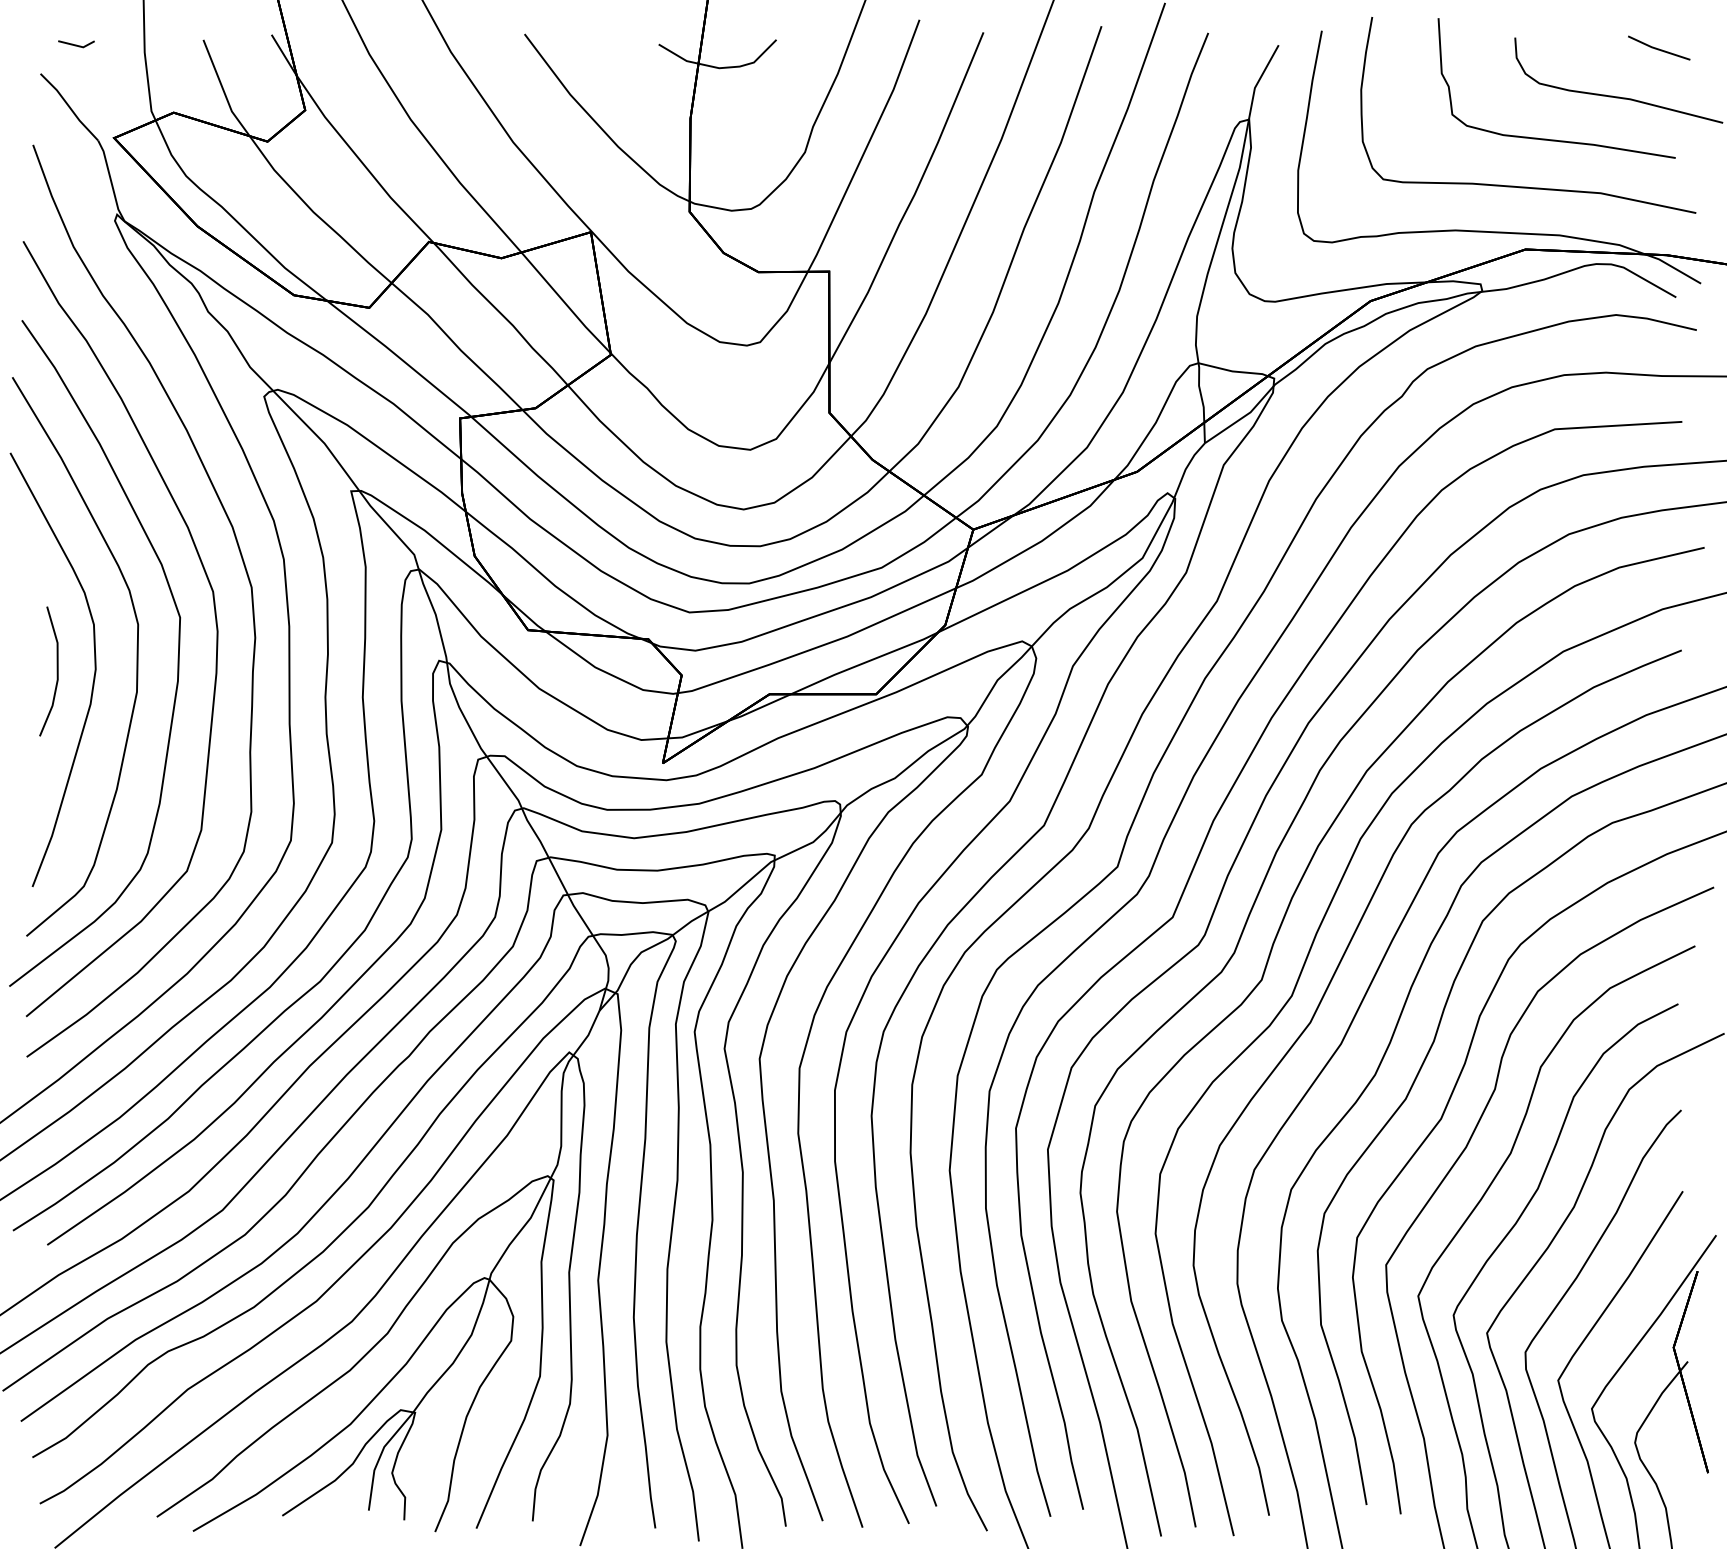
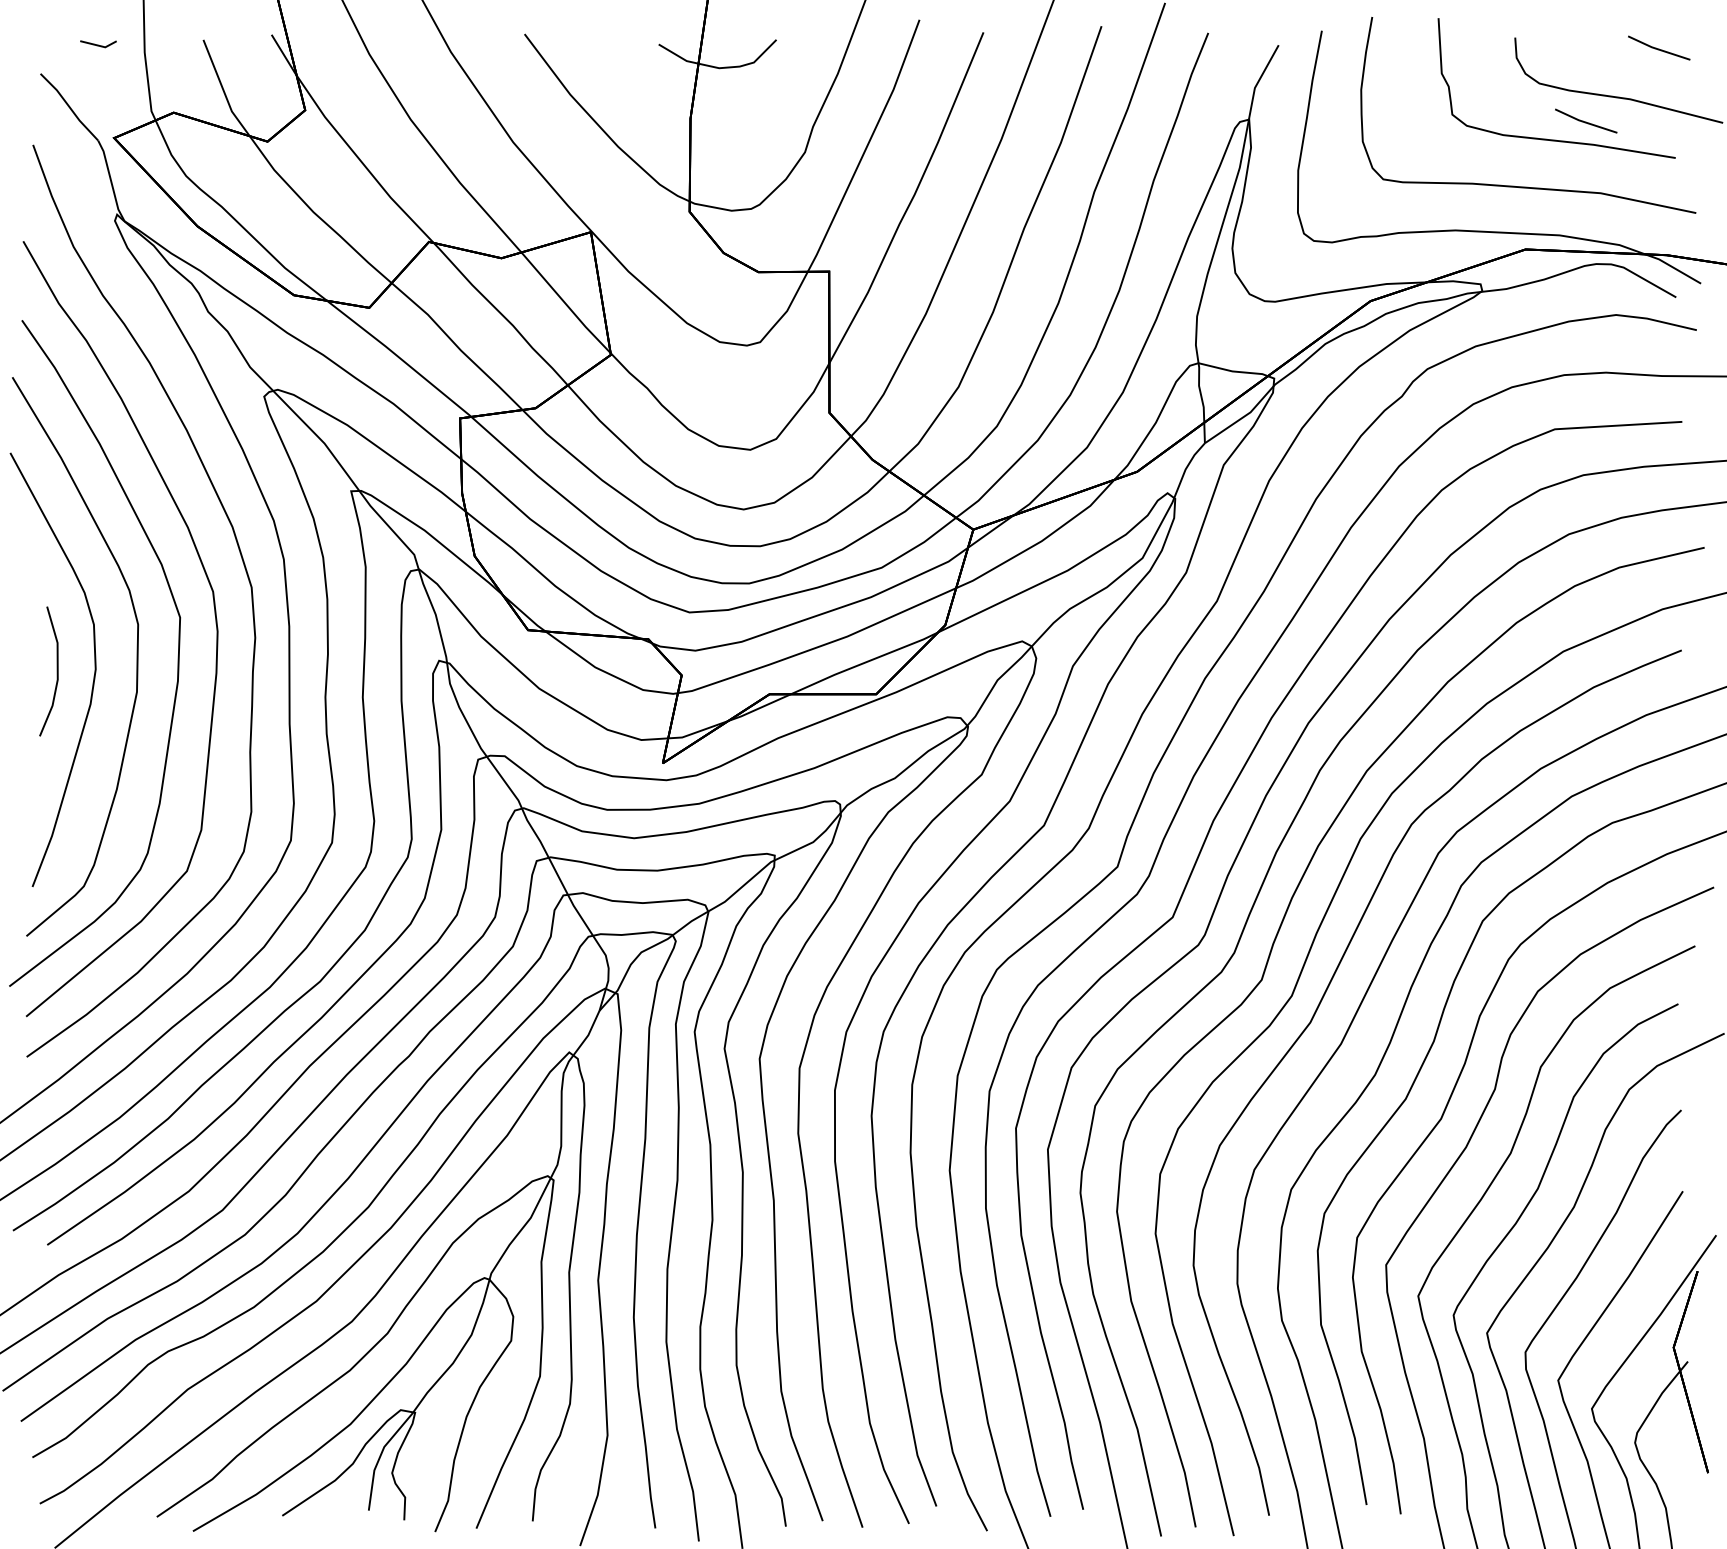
line at (76, 44) position: (76, 44) -> (98, 44)
line at (1586, 121): none -> present
